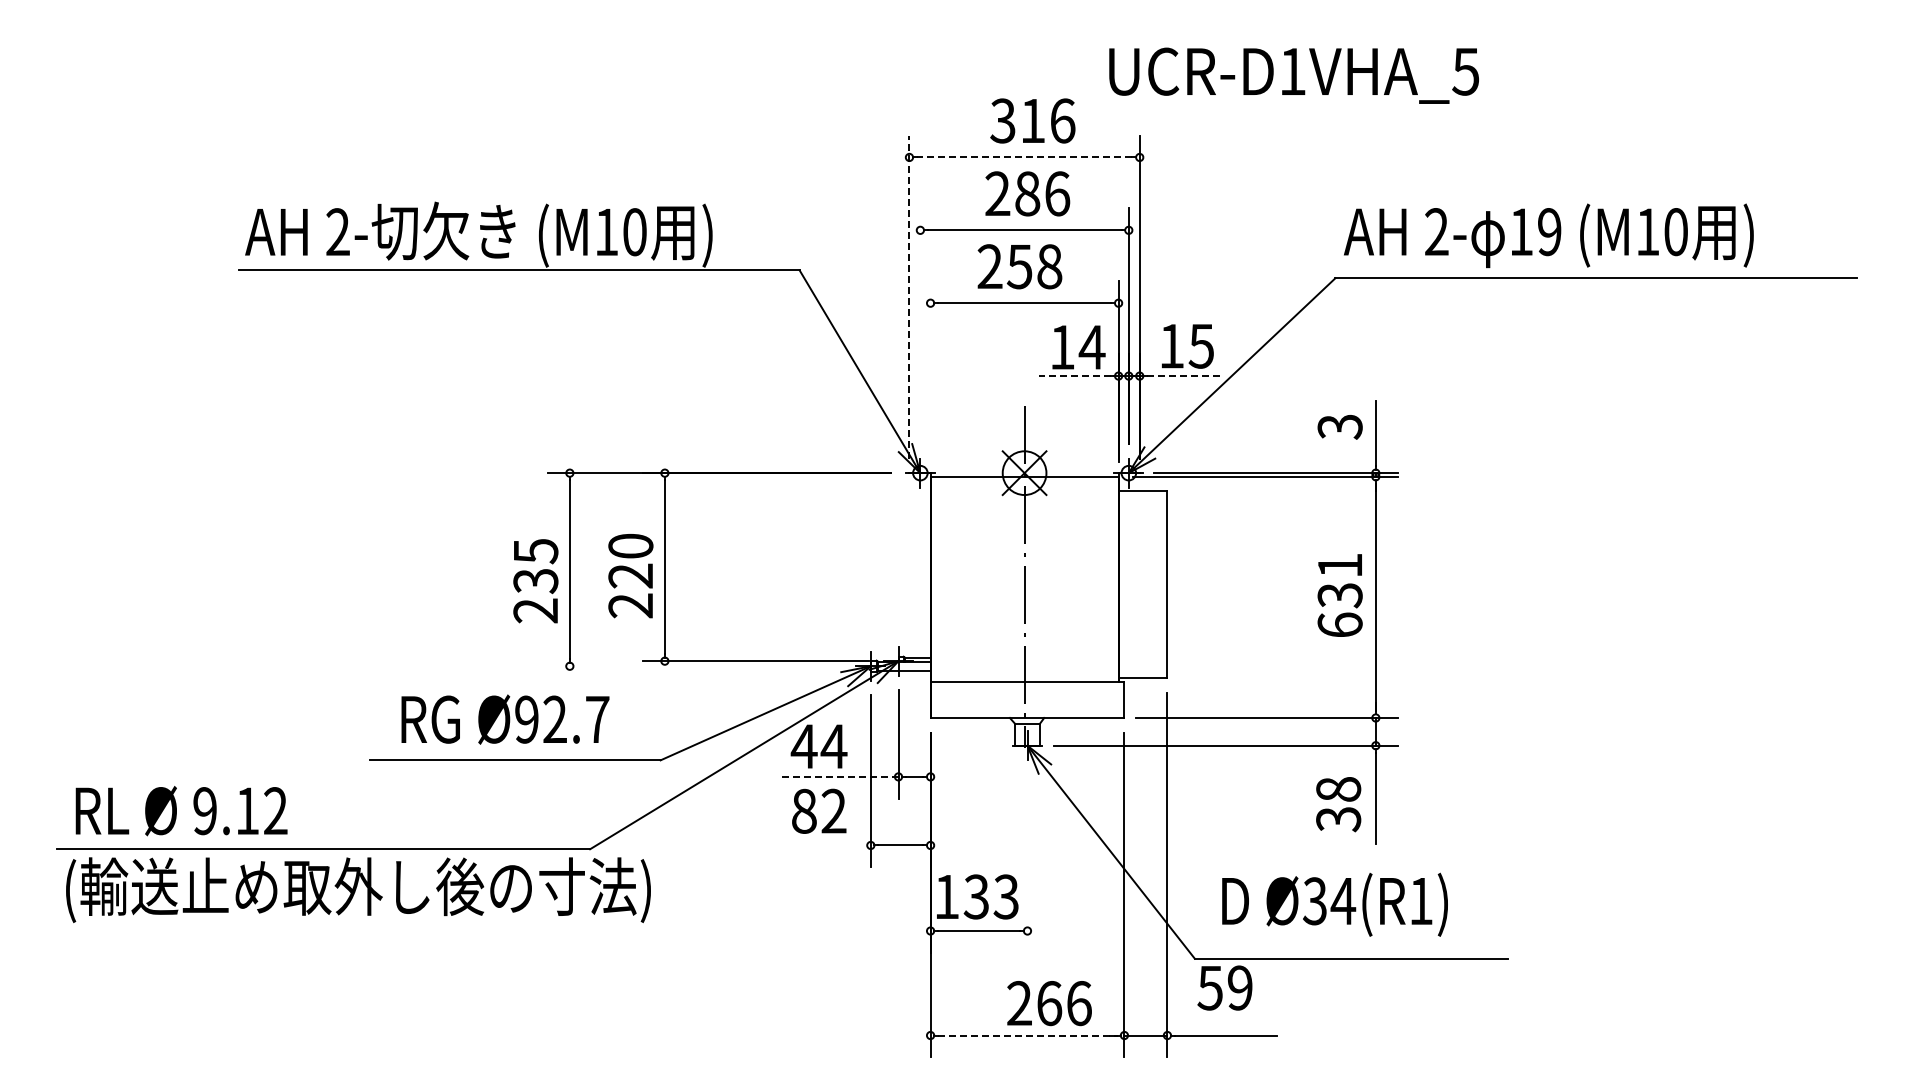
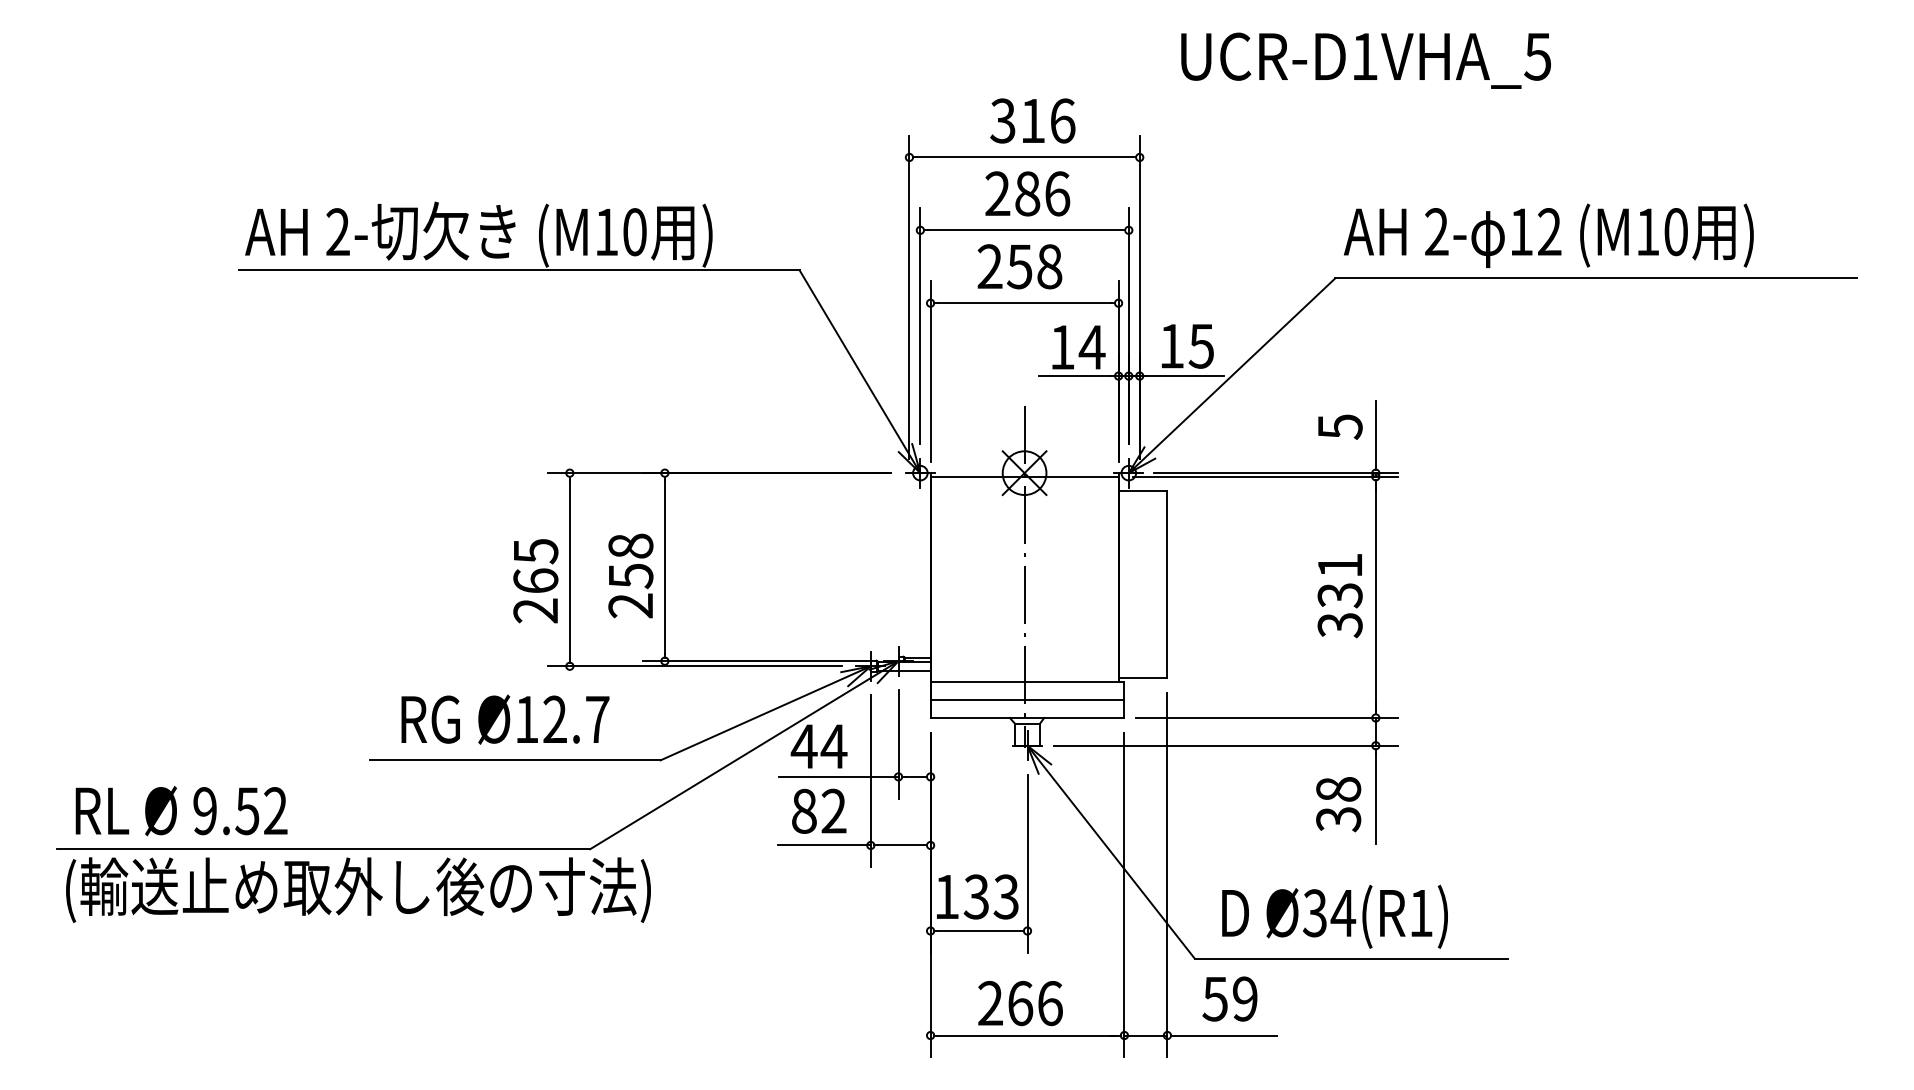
text at (1293, 75) position: (1293, 75) -> (1365, 60)
line at (1024, 157): dashed -> solid
text at (1549, 232): 19 -> 12
line at (909, 296): dashed -> solid
line at (920, 326): none -> present
line at (930, 371): none -> present
line at (1074, 376): dashed -> solid
line at (1185, 376): dashed -> solid
text at (1339, 426): 3 -> 5
text at (630, 561): 220 -> 258
text at (535, 581): 235 -> 265
text at (1339, 625): 631 -> 331
line at (694, 666): none -> present
line at (1027, 699): none -> present
text at (526, 719): Ø92.7 -> Ø12.7
line at (838, 776): dashed -> solid
text at (247, 811): 9.12 -> 9.52
line at (824, 845): none -> present
line at (1027, 863): none -> present
text at (1334, 904) position: (1334, 904) -> (1334, 916)
text at (1224, 987) position: (1224, 987) -> (1229, 998)
text at (1049, 1003) position: (1049, 1003) -> (1020, 1003)
line at (1027, 1035): dashed -> solid
